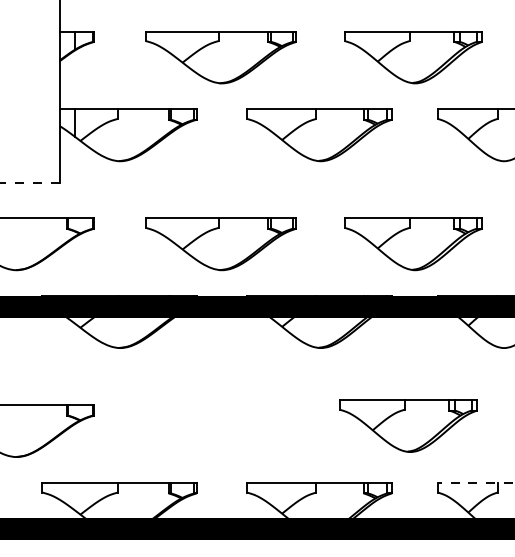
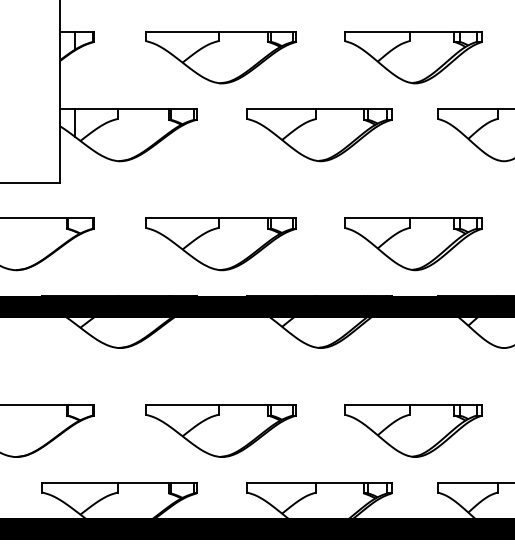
line at (29, 183): dashed -> solid
part at (408, 425) position: (408, 425) -> (413, 430)
part at (220, 430): none -> present
line at (475, 483): dashed -> solid
